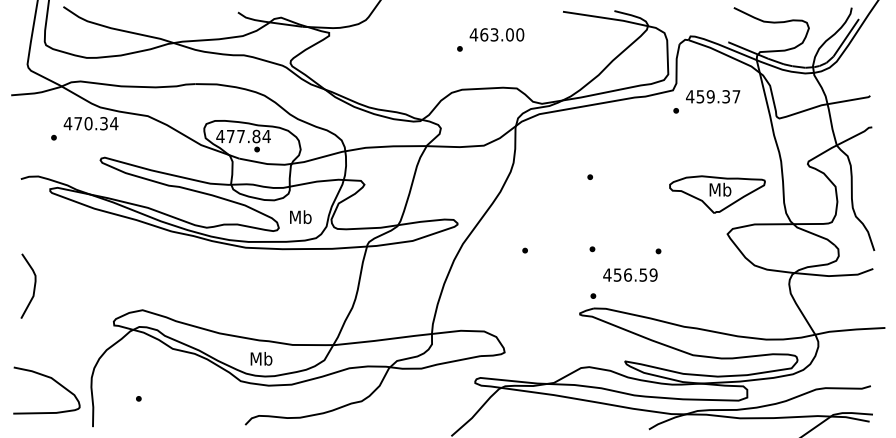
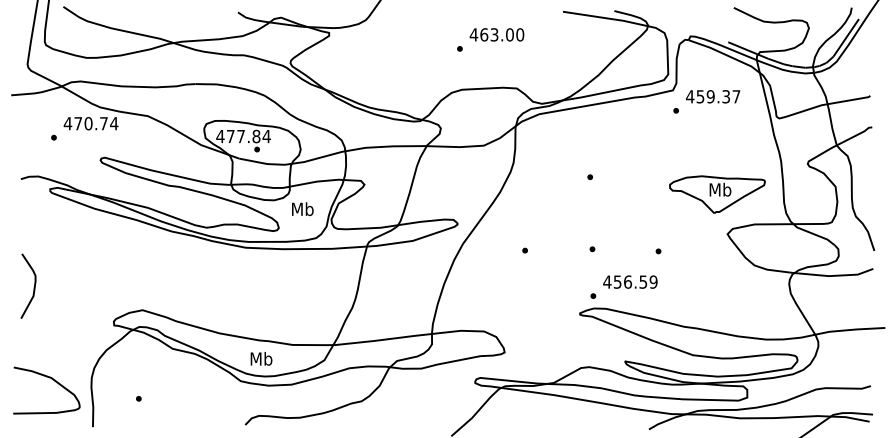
text at (103, 123): 470.34 -> 470.74
text at (300, 216) position: (300, 216) -> (302, 208)
text at (630, 274) position: (630, 274) -> (630, 281)
